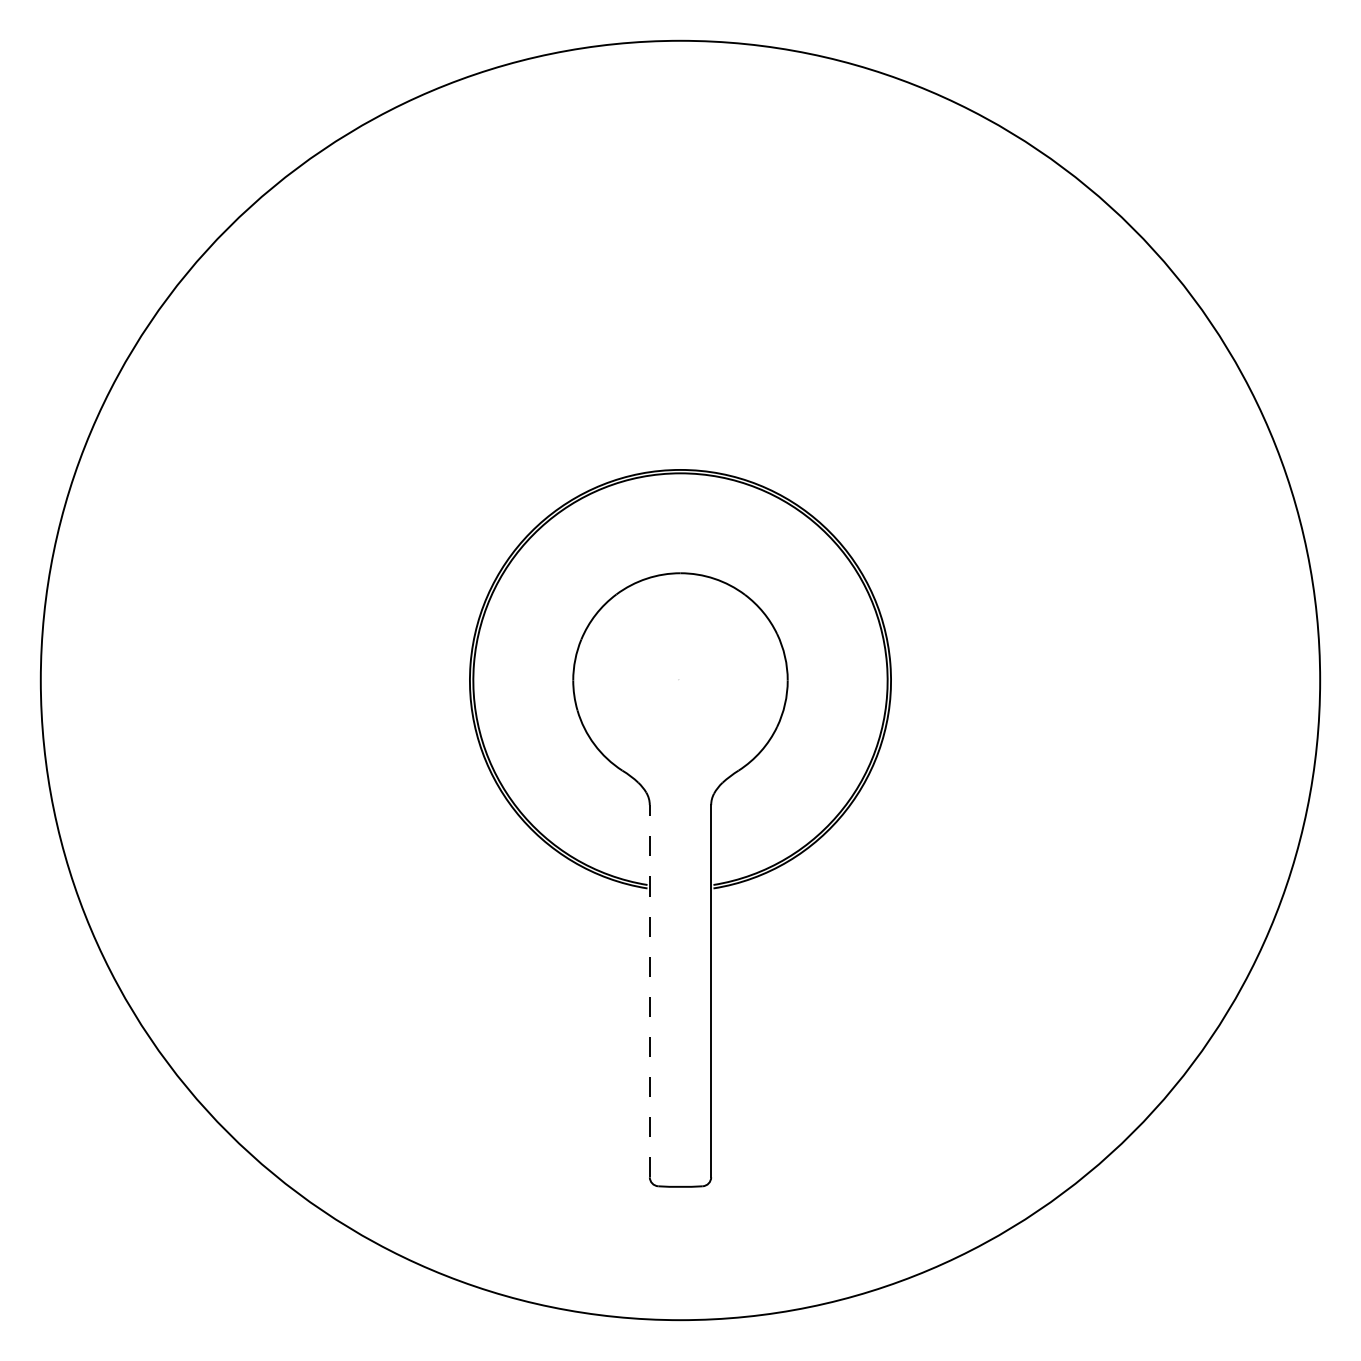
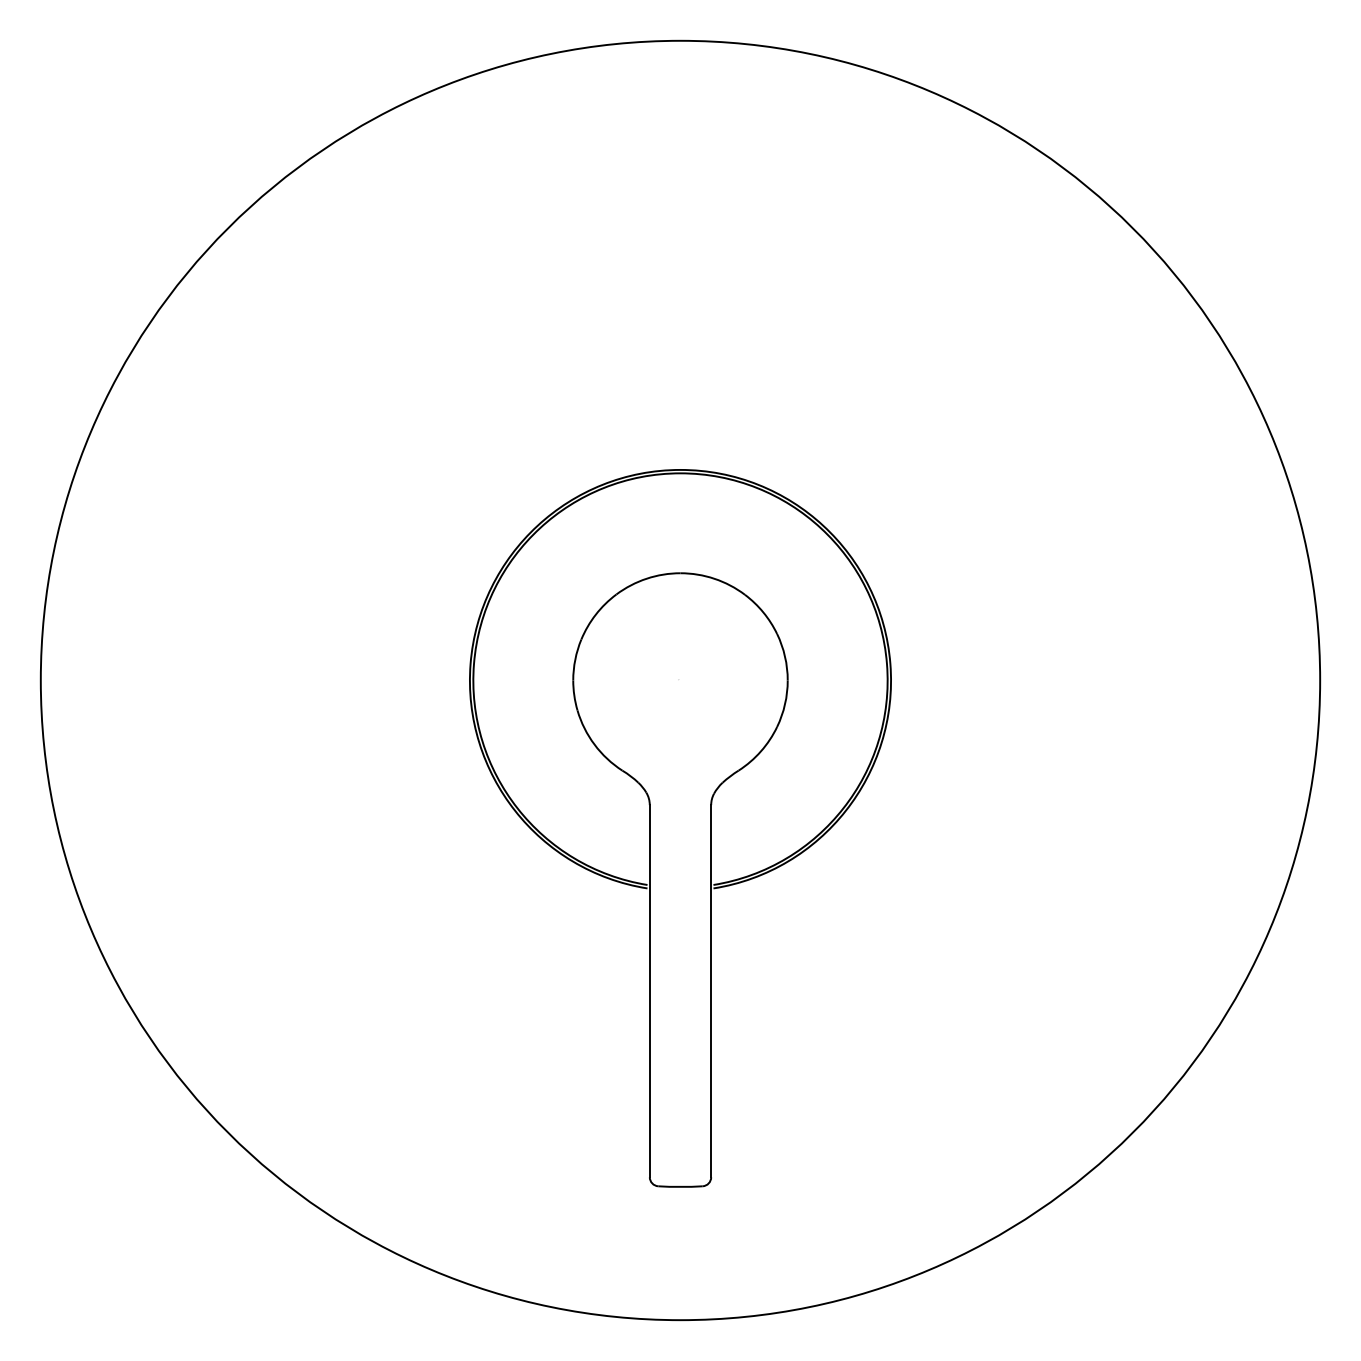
line at (649, 990): dashed -> solid
